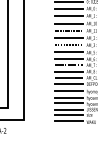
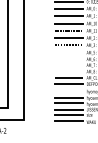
line at (68, 52): present -> none
line at (68, 59): present -> none
line at (68, 65): present -> none
line at (68, 72): present -> none
line at (68, 90): present -> none
